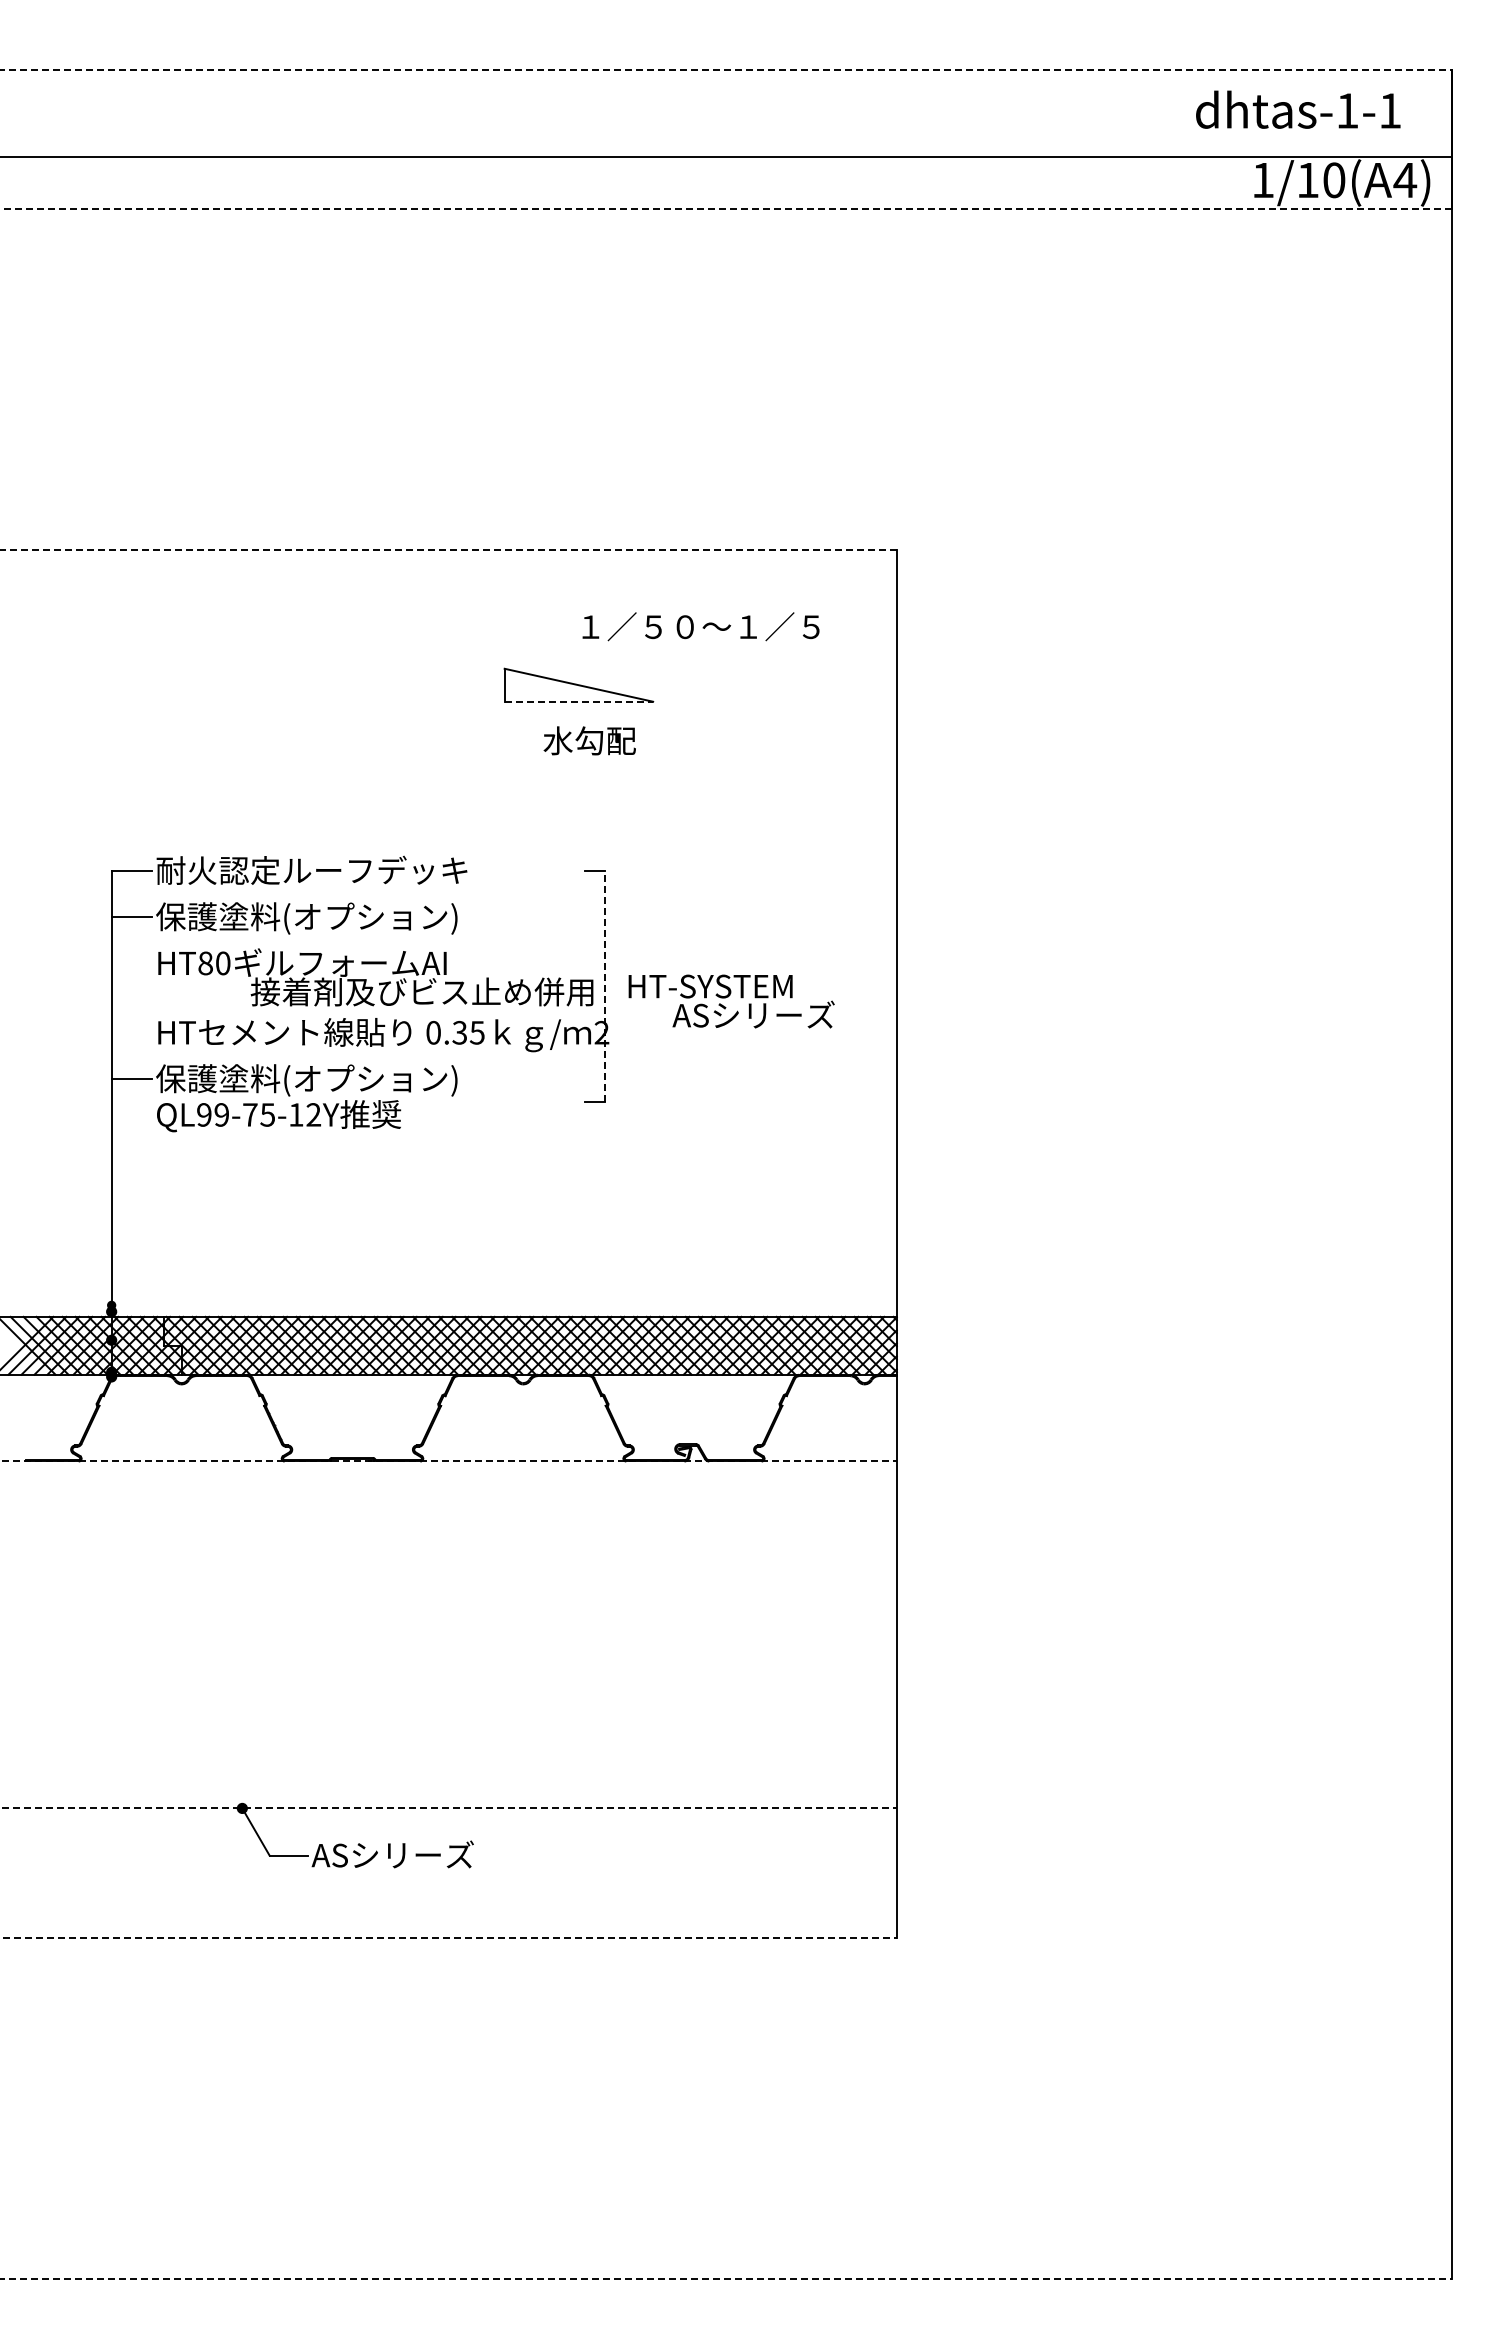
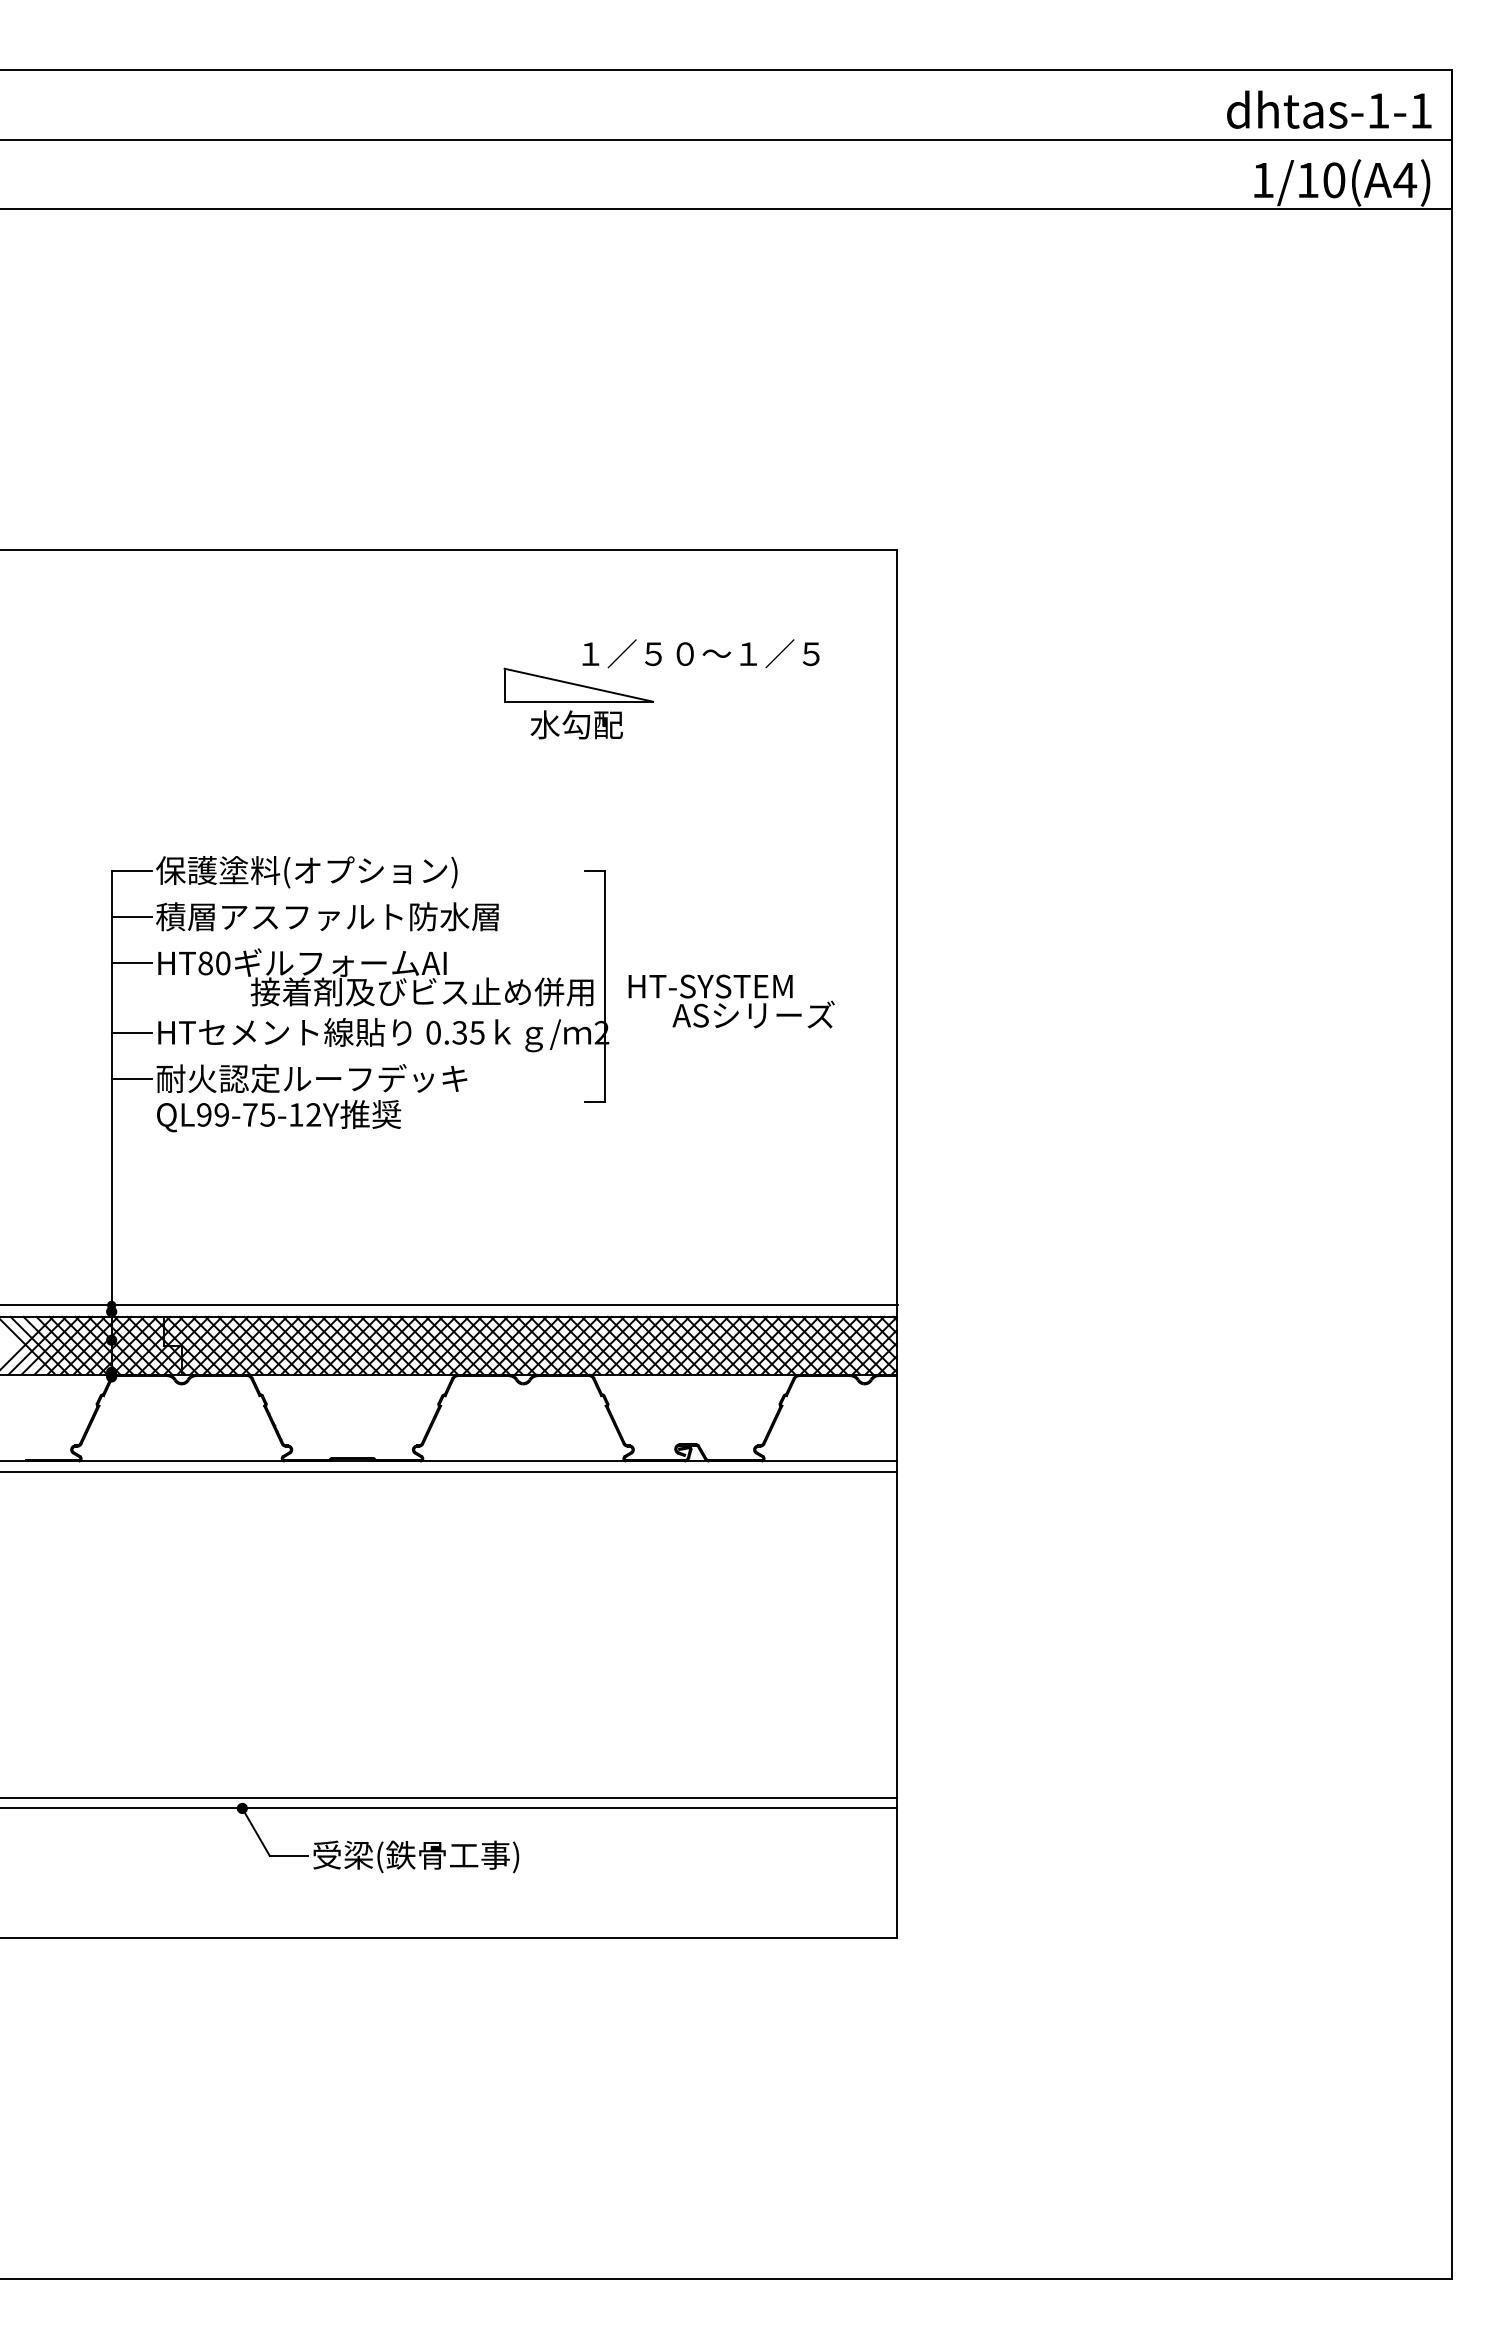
line at (726, 70): dashed -> solid
text at (1298, 109) position: (1298, 109) -> (1329, 109)
line at (726, 156) position: (726, 156) -> (726, 139)
line at (726, 209): dashed -> solid
line at (448, 550): dashed -> solid
text at (700, 626) position: (700, 626) -> (700, 653)
line at (579, 701): dashed -> solid
text at (589, 740) position: (589, 740) -> (576, 724)
text at (311, 871): 耐火認定ルーフデッキ -> 保護塗料(オプション)
text at (327, 918): 保護塗料(オプション) -> 積層アスファルト防水層
line at (131, 963): none -> present
line at (604, 986): dashed -> solid
line at (131, 1032): none -> present
text at (311, 1080): 保護塗料(オプション) -> 耐火認定ルーフデッキ
line at (449, 1305): none -> present
line at (448, 1461): dashed -> solid
line at (449, 1471): none -> present
line at (449, 1798): none -> present
line at (448, 1808): dashed -> solid
text at (415, 1856): ASシリーズ -> 受梁(鉄骨工事)
line at (448, 1938): dashed -> solid
line at (726, 2279): dashed -> solid
